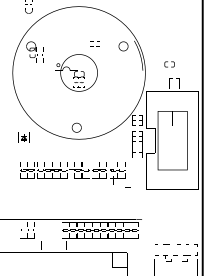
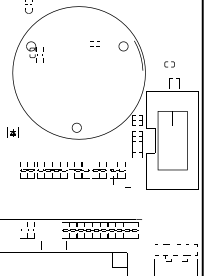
part at (76, 72): present -> none
part at (23, 137) position: (23, 137) -> (12, 132)
